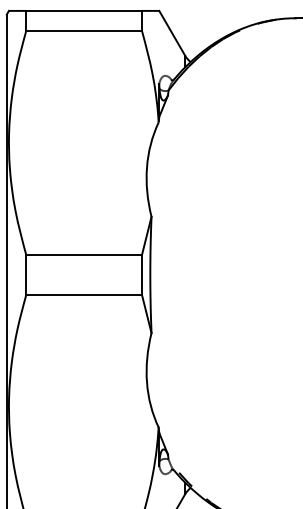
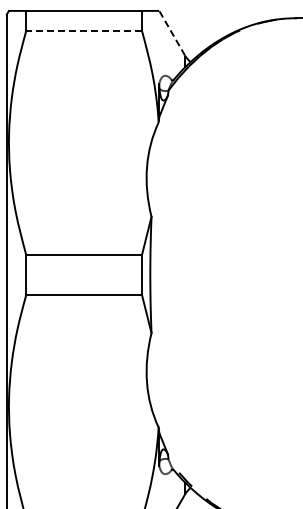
line at (84, 31): solid -> dashed
line at (172, 33): solid -> dashed
